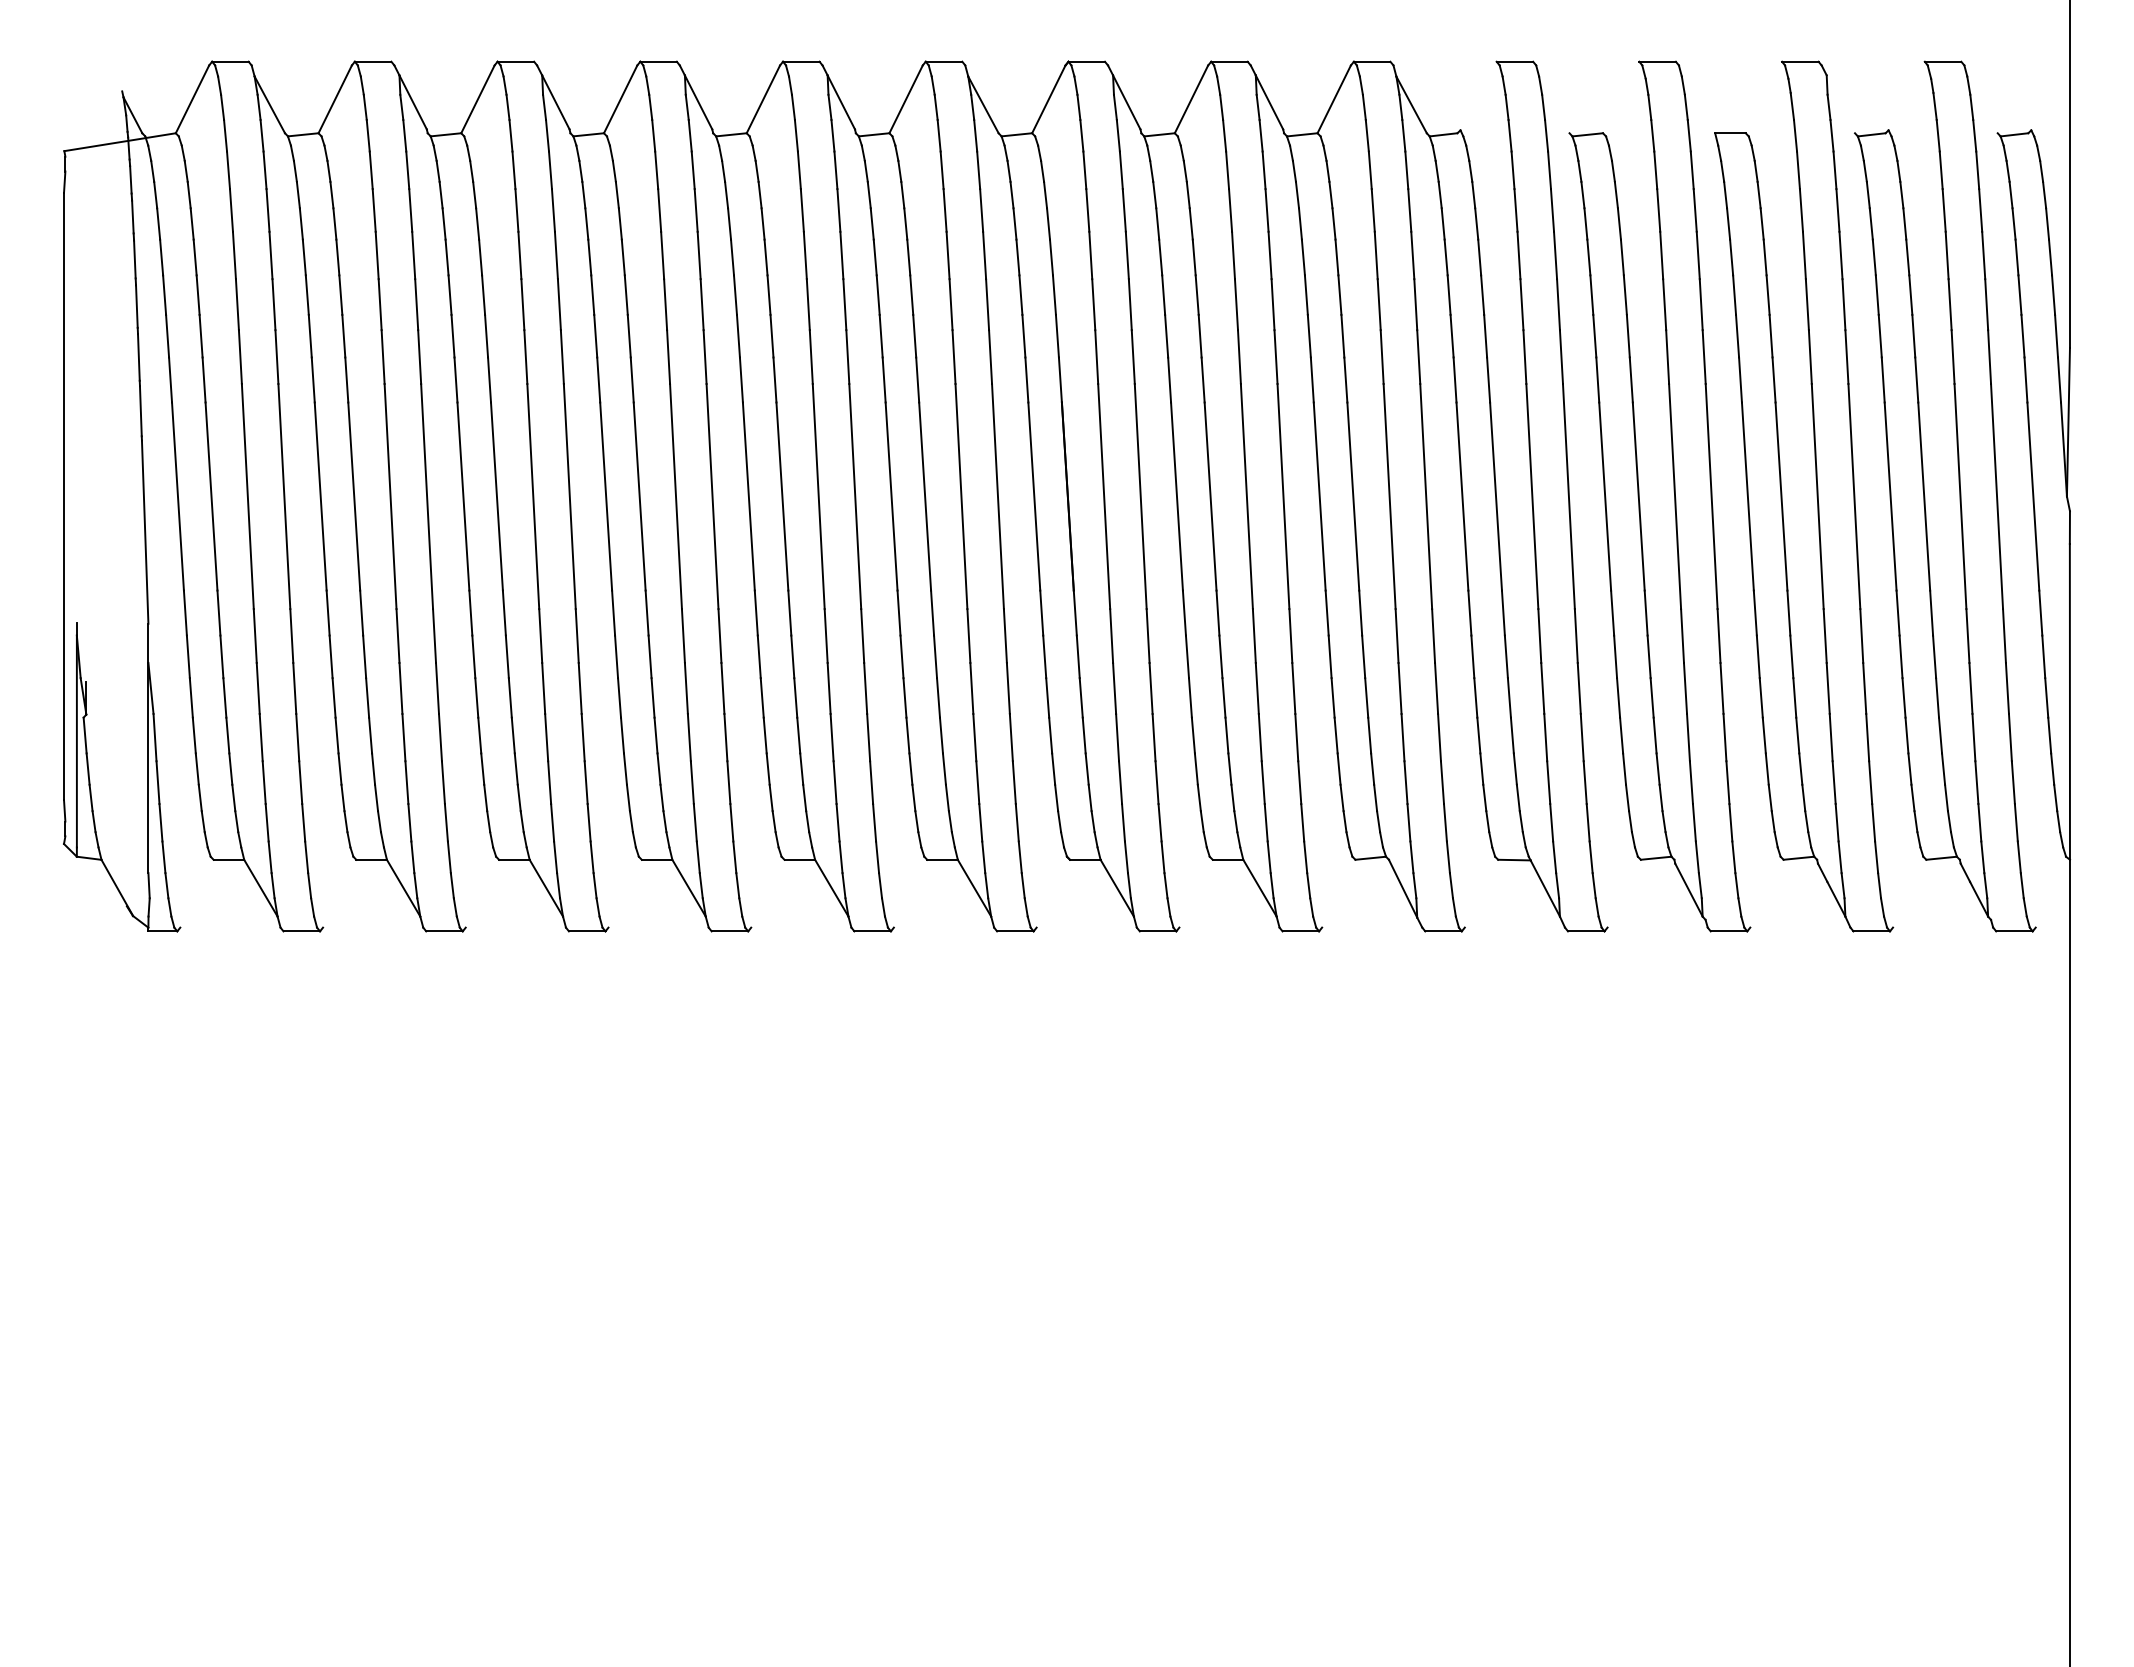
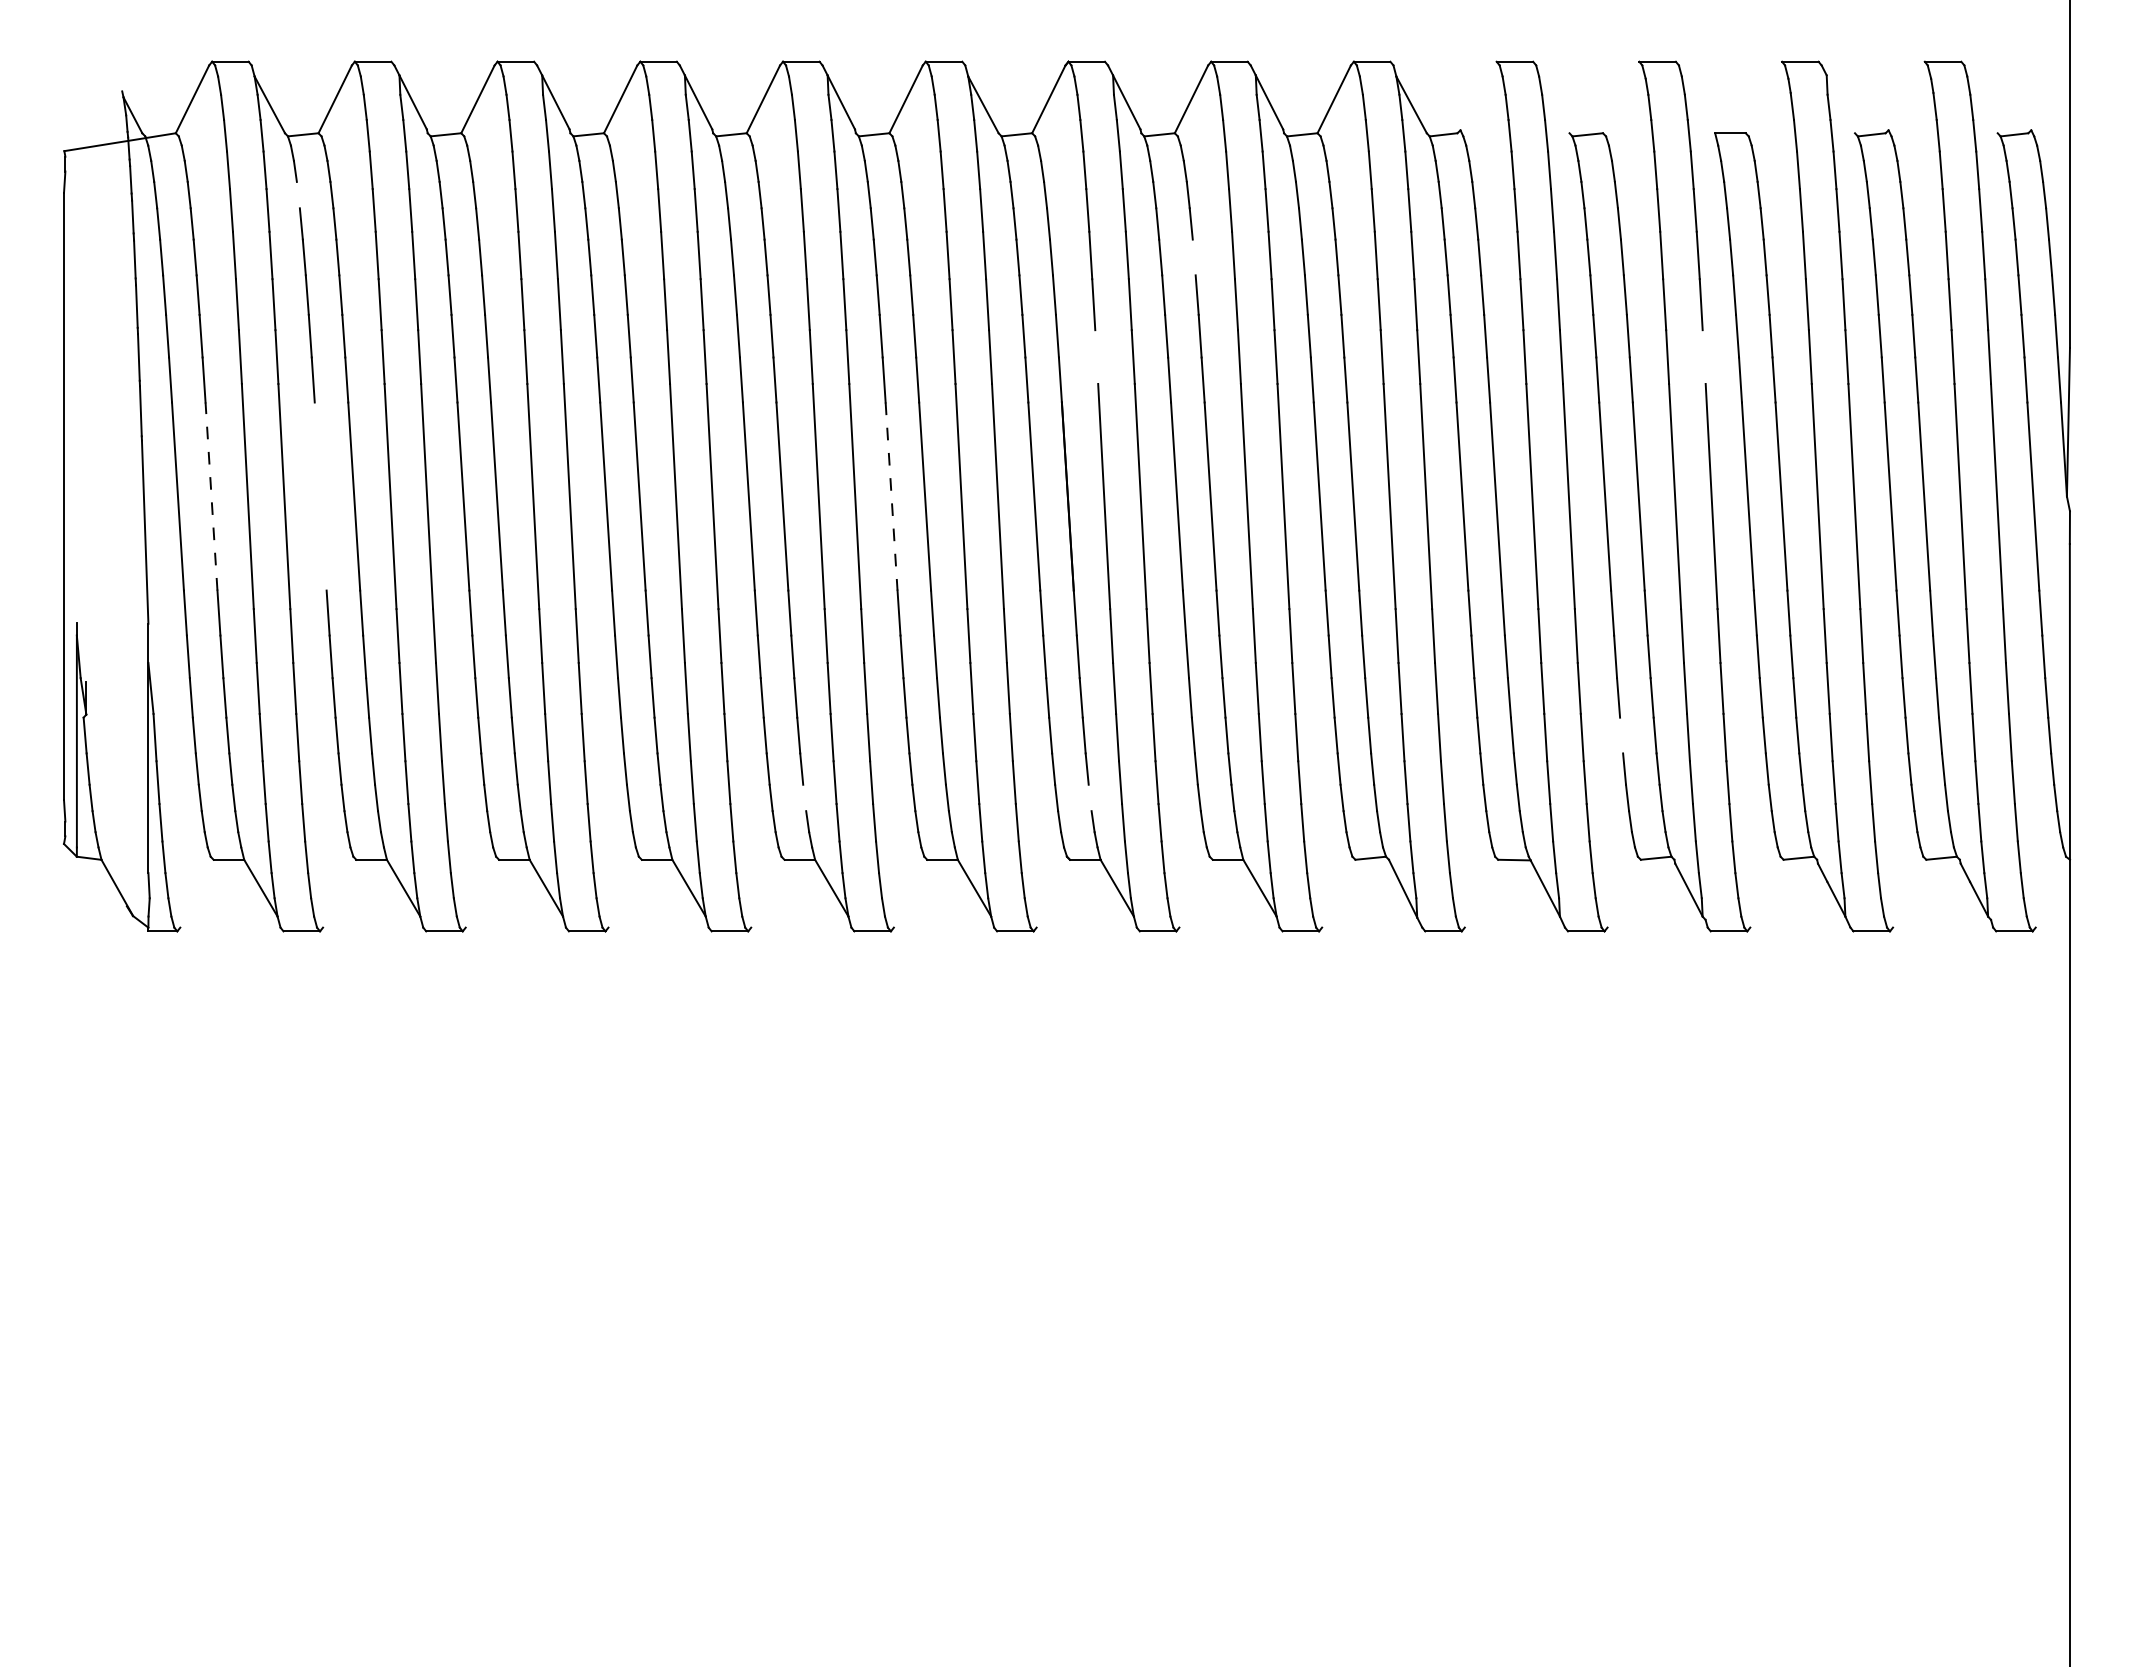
line at (297, 194): present -> none
line at (1193, 257): present -> none
line at (1096, 356): present -> none
line at (1703, 356): present -> none
line at (211, 496): solid -> dashed
line at (320, 496): present -> none
line at (891, 497): solid -> dashed
line at (1621, 735): present -> none
line at (804, 797): present -> none
line at (1089, 797): present -> none
